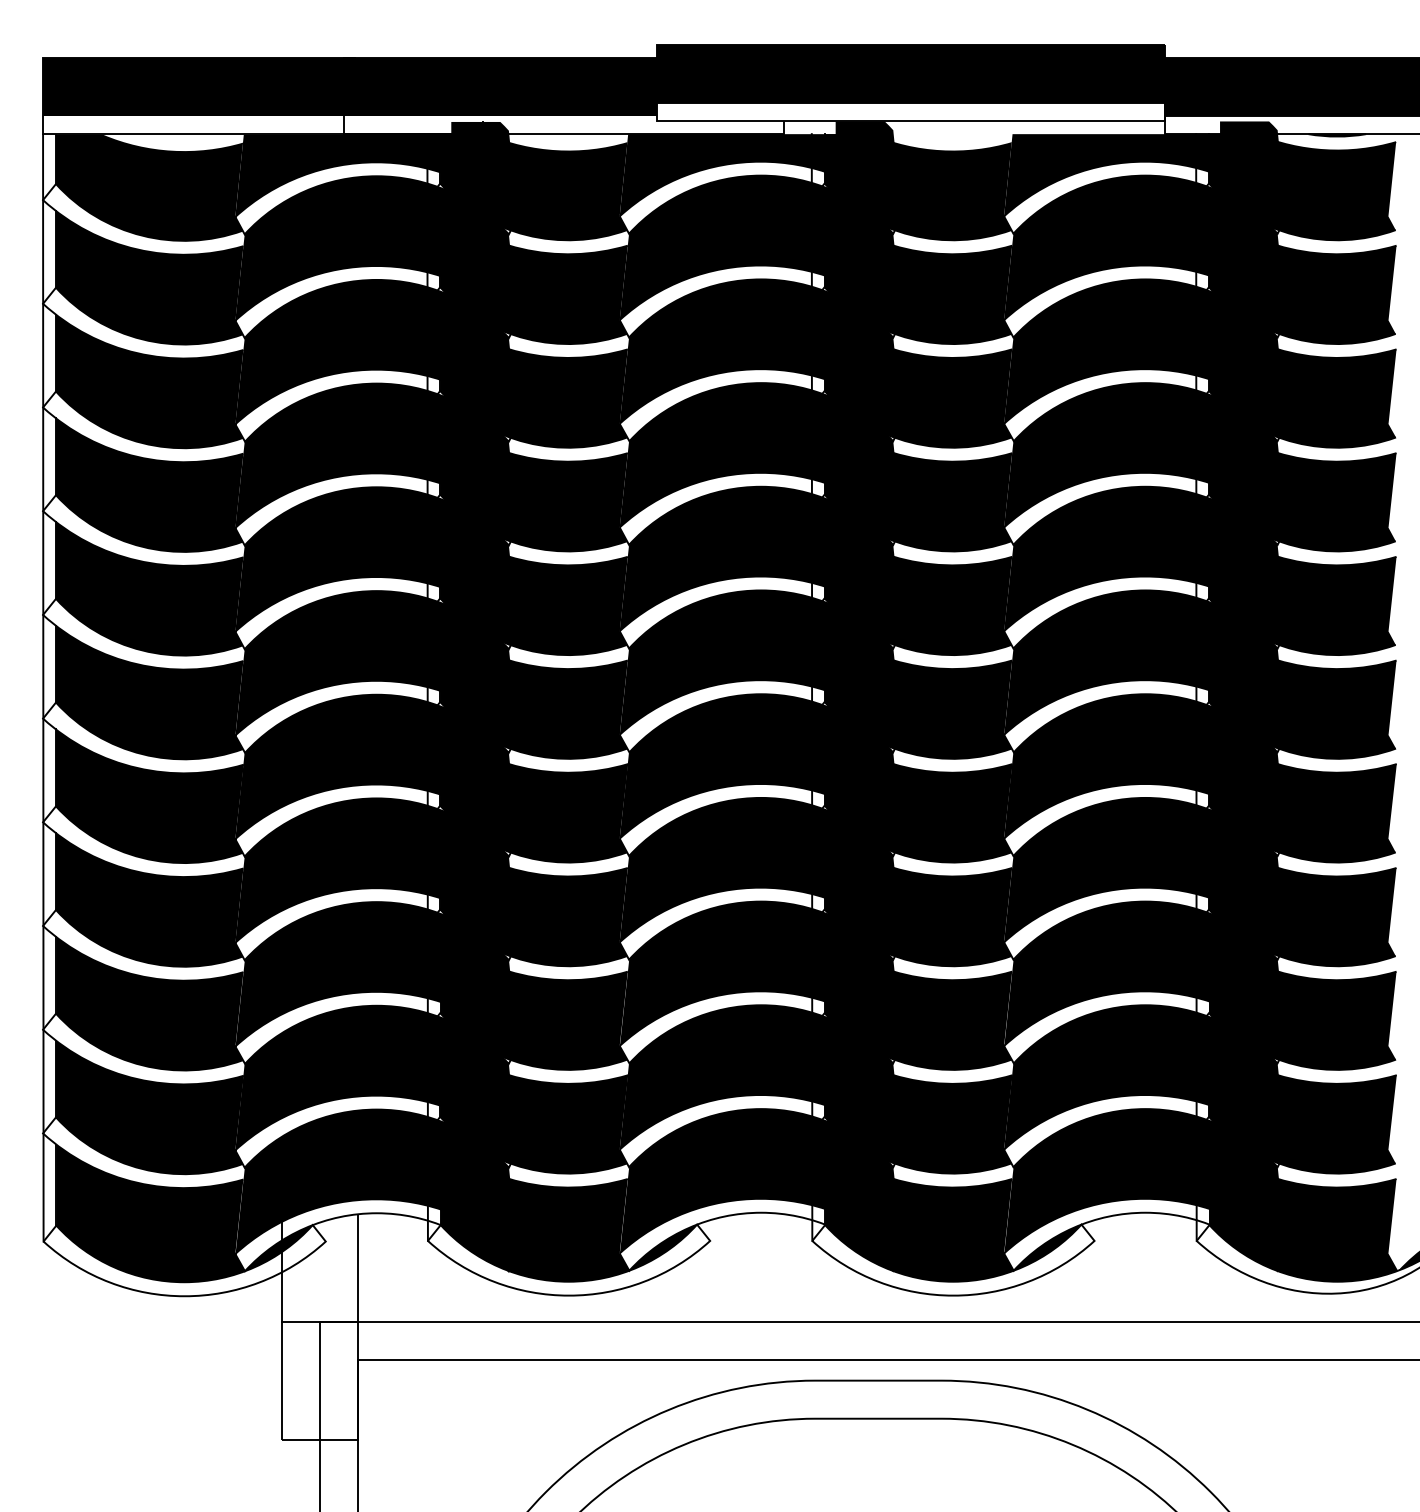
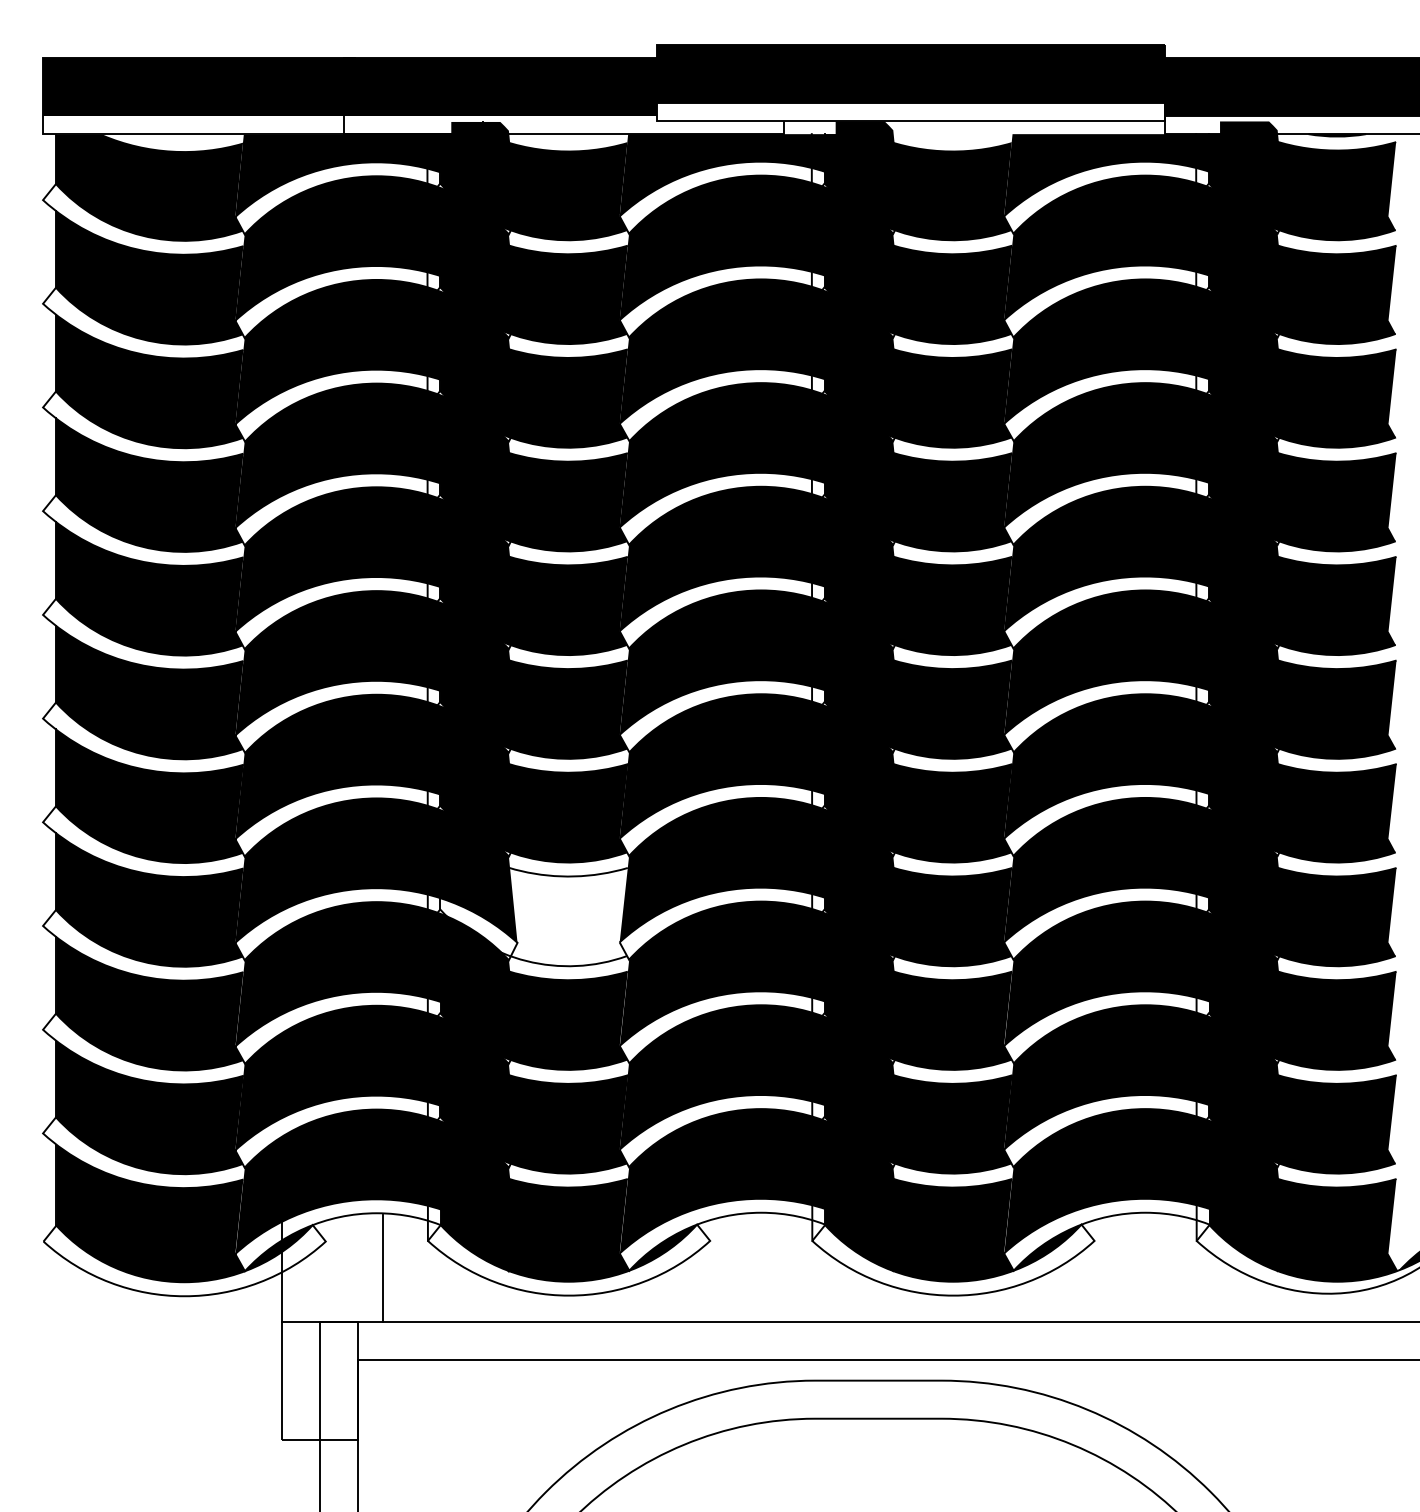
line at (43, 687): present -> none
fill at (533, 899): present -> none
line at (357, 1268) position: (357, 1268) -> (382, 1268)
